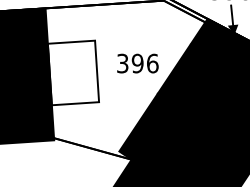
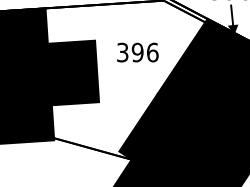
text at (137, 63) position: (137, 63) -> (137, 52)
fill at (73, 72): none -> present
